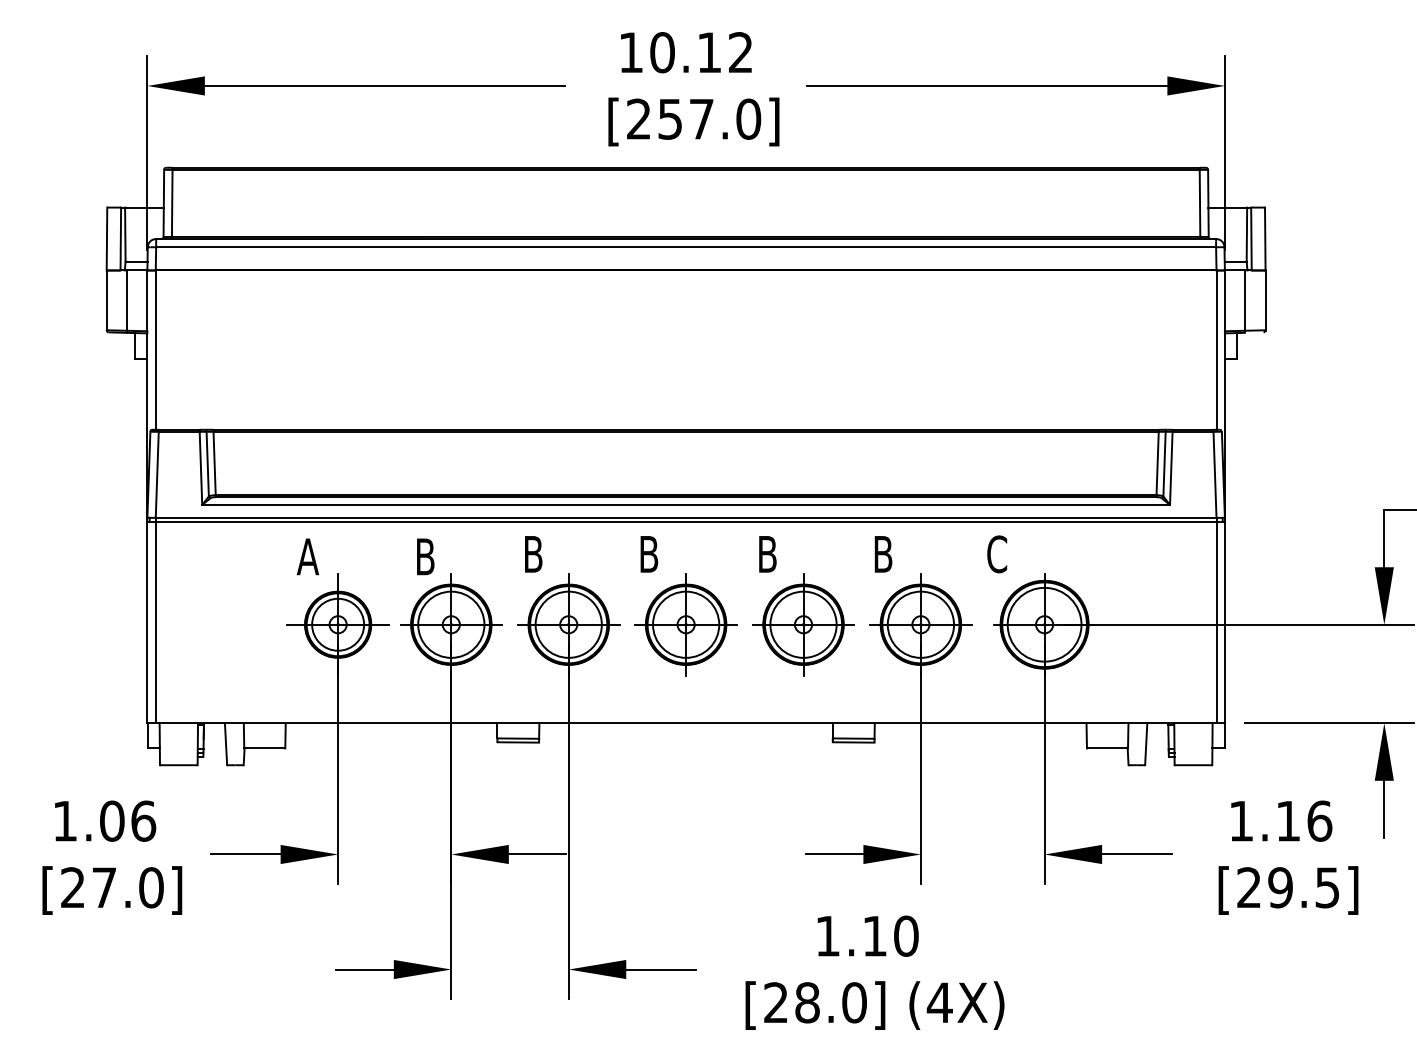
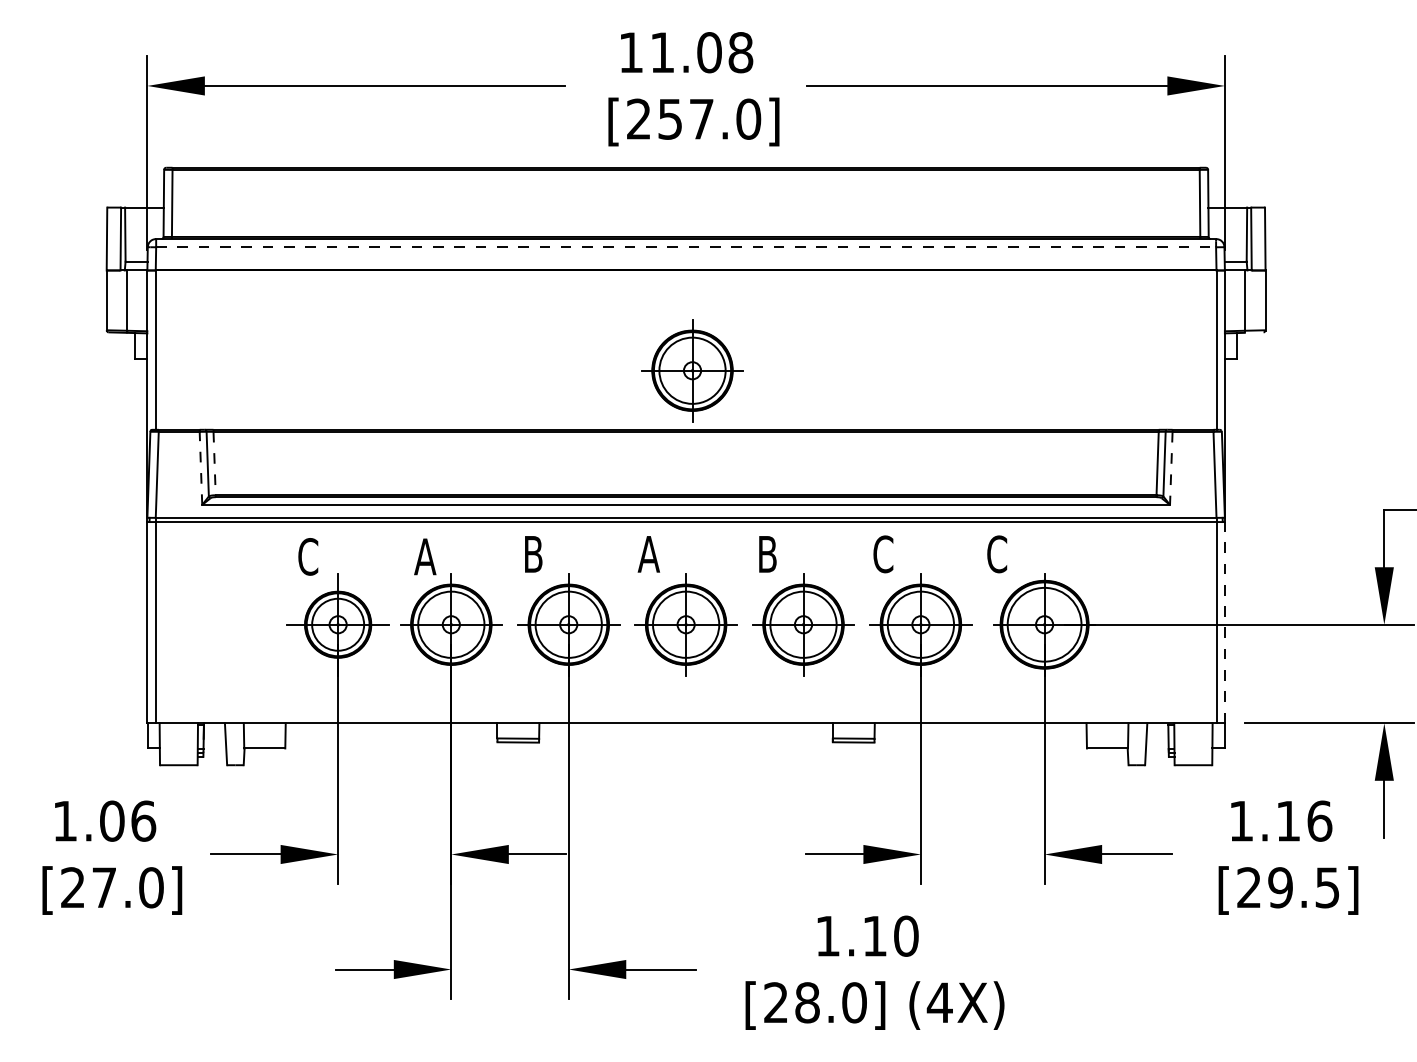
text at (701, 52): 10.12 -> 11.08
line at (686, 247): solid -> dashed
part at (692, 370): none -> present
line at (214, 463): solid -> dashed
line at (200, 468): solid -> dashed
line at (1171, 468): solid -> dashed
text at (648, 554): B -> A
text at (883, 554): B -> C
text at (307, 556): A -> C
text at (425, 556): B -> A
line at (1224, 622): solid -> dashed
